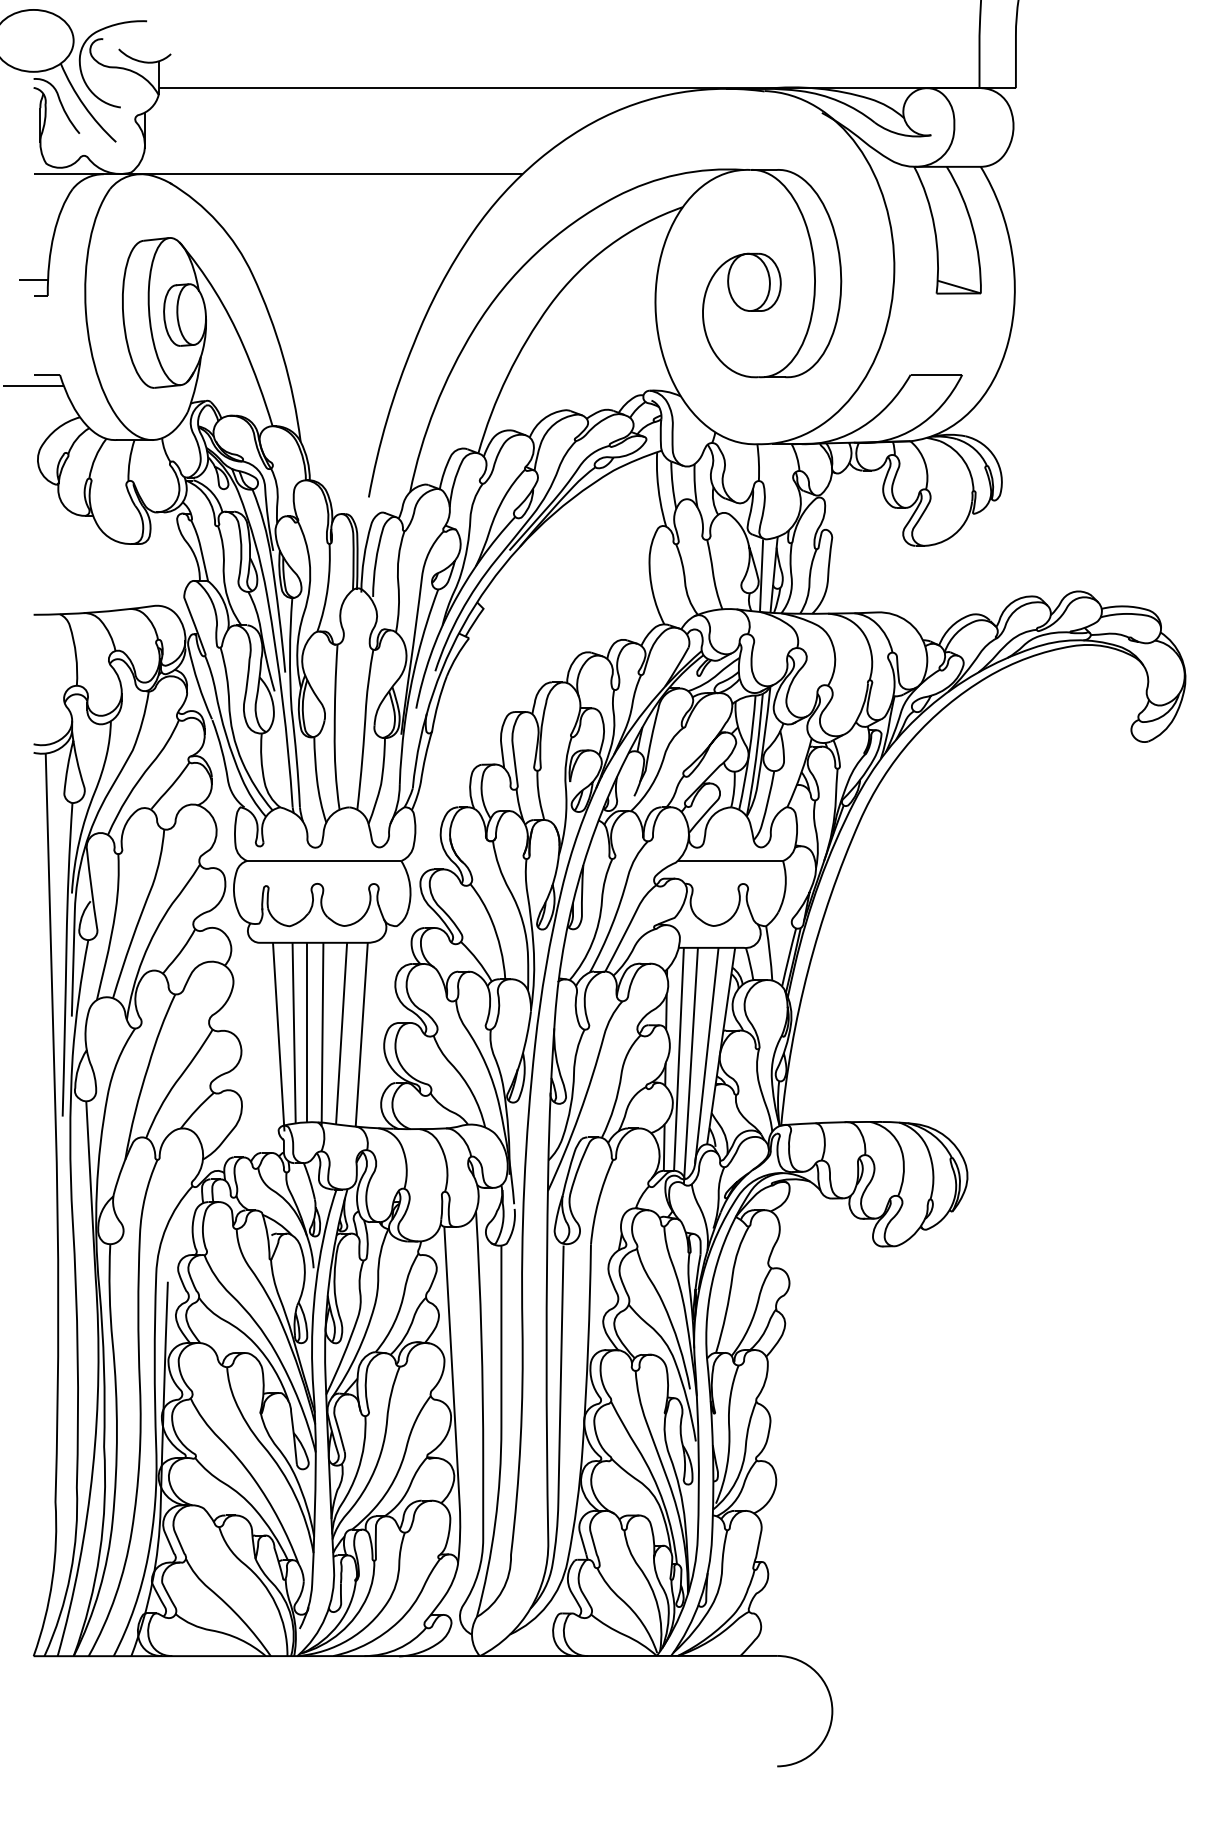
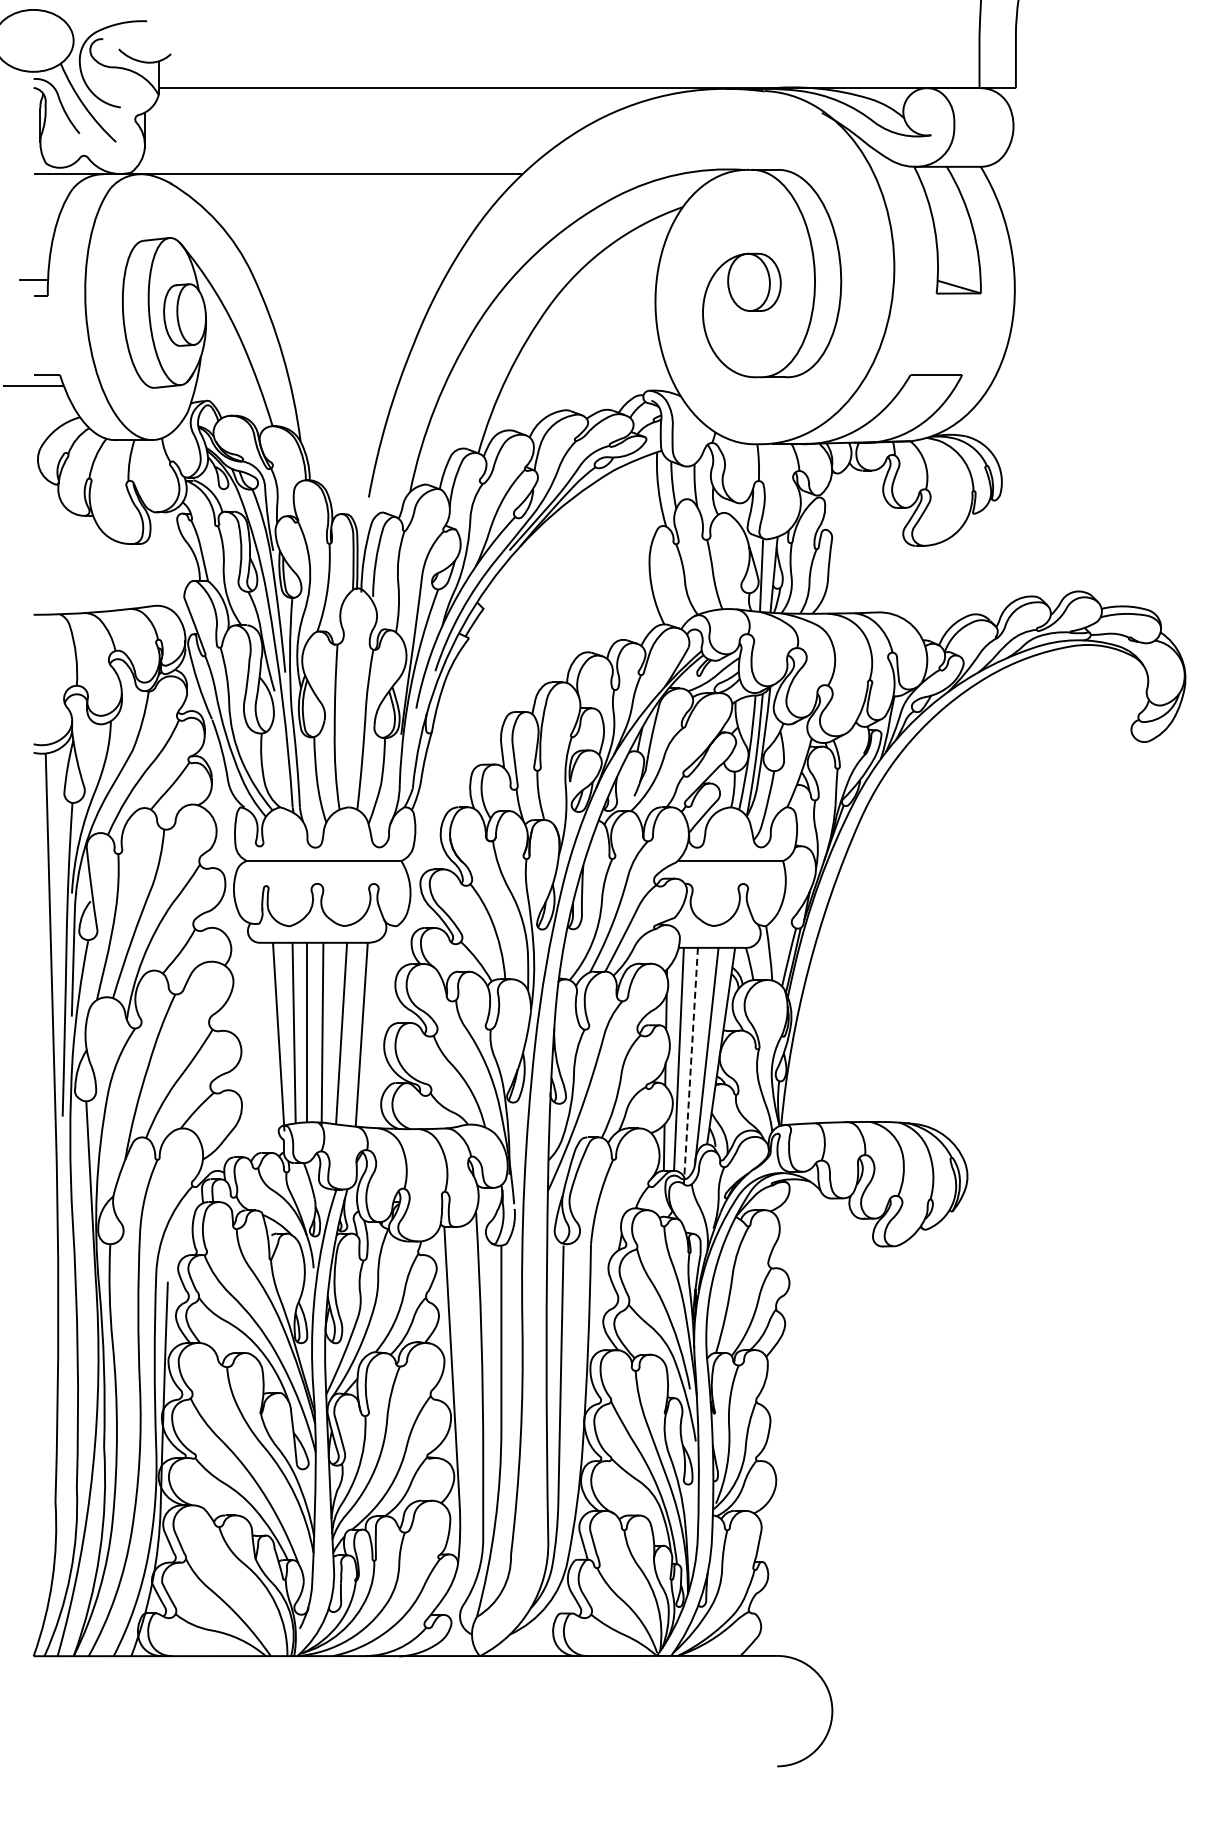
line at (690, 1066): solid -> dashed
